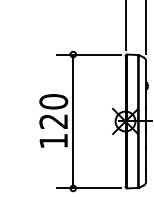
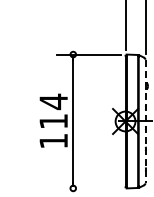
text at (53, 110): 120 -> 114
line at (145, 121): solid -> dashed
line at (88, 188): present -> none
